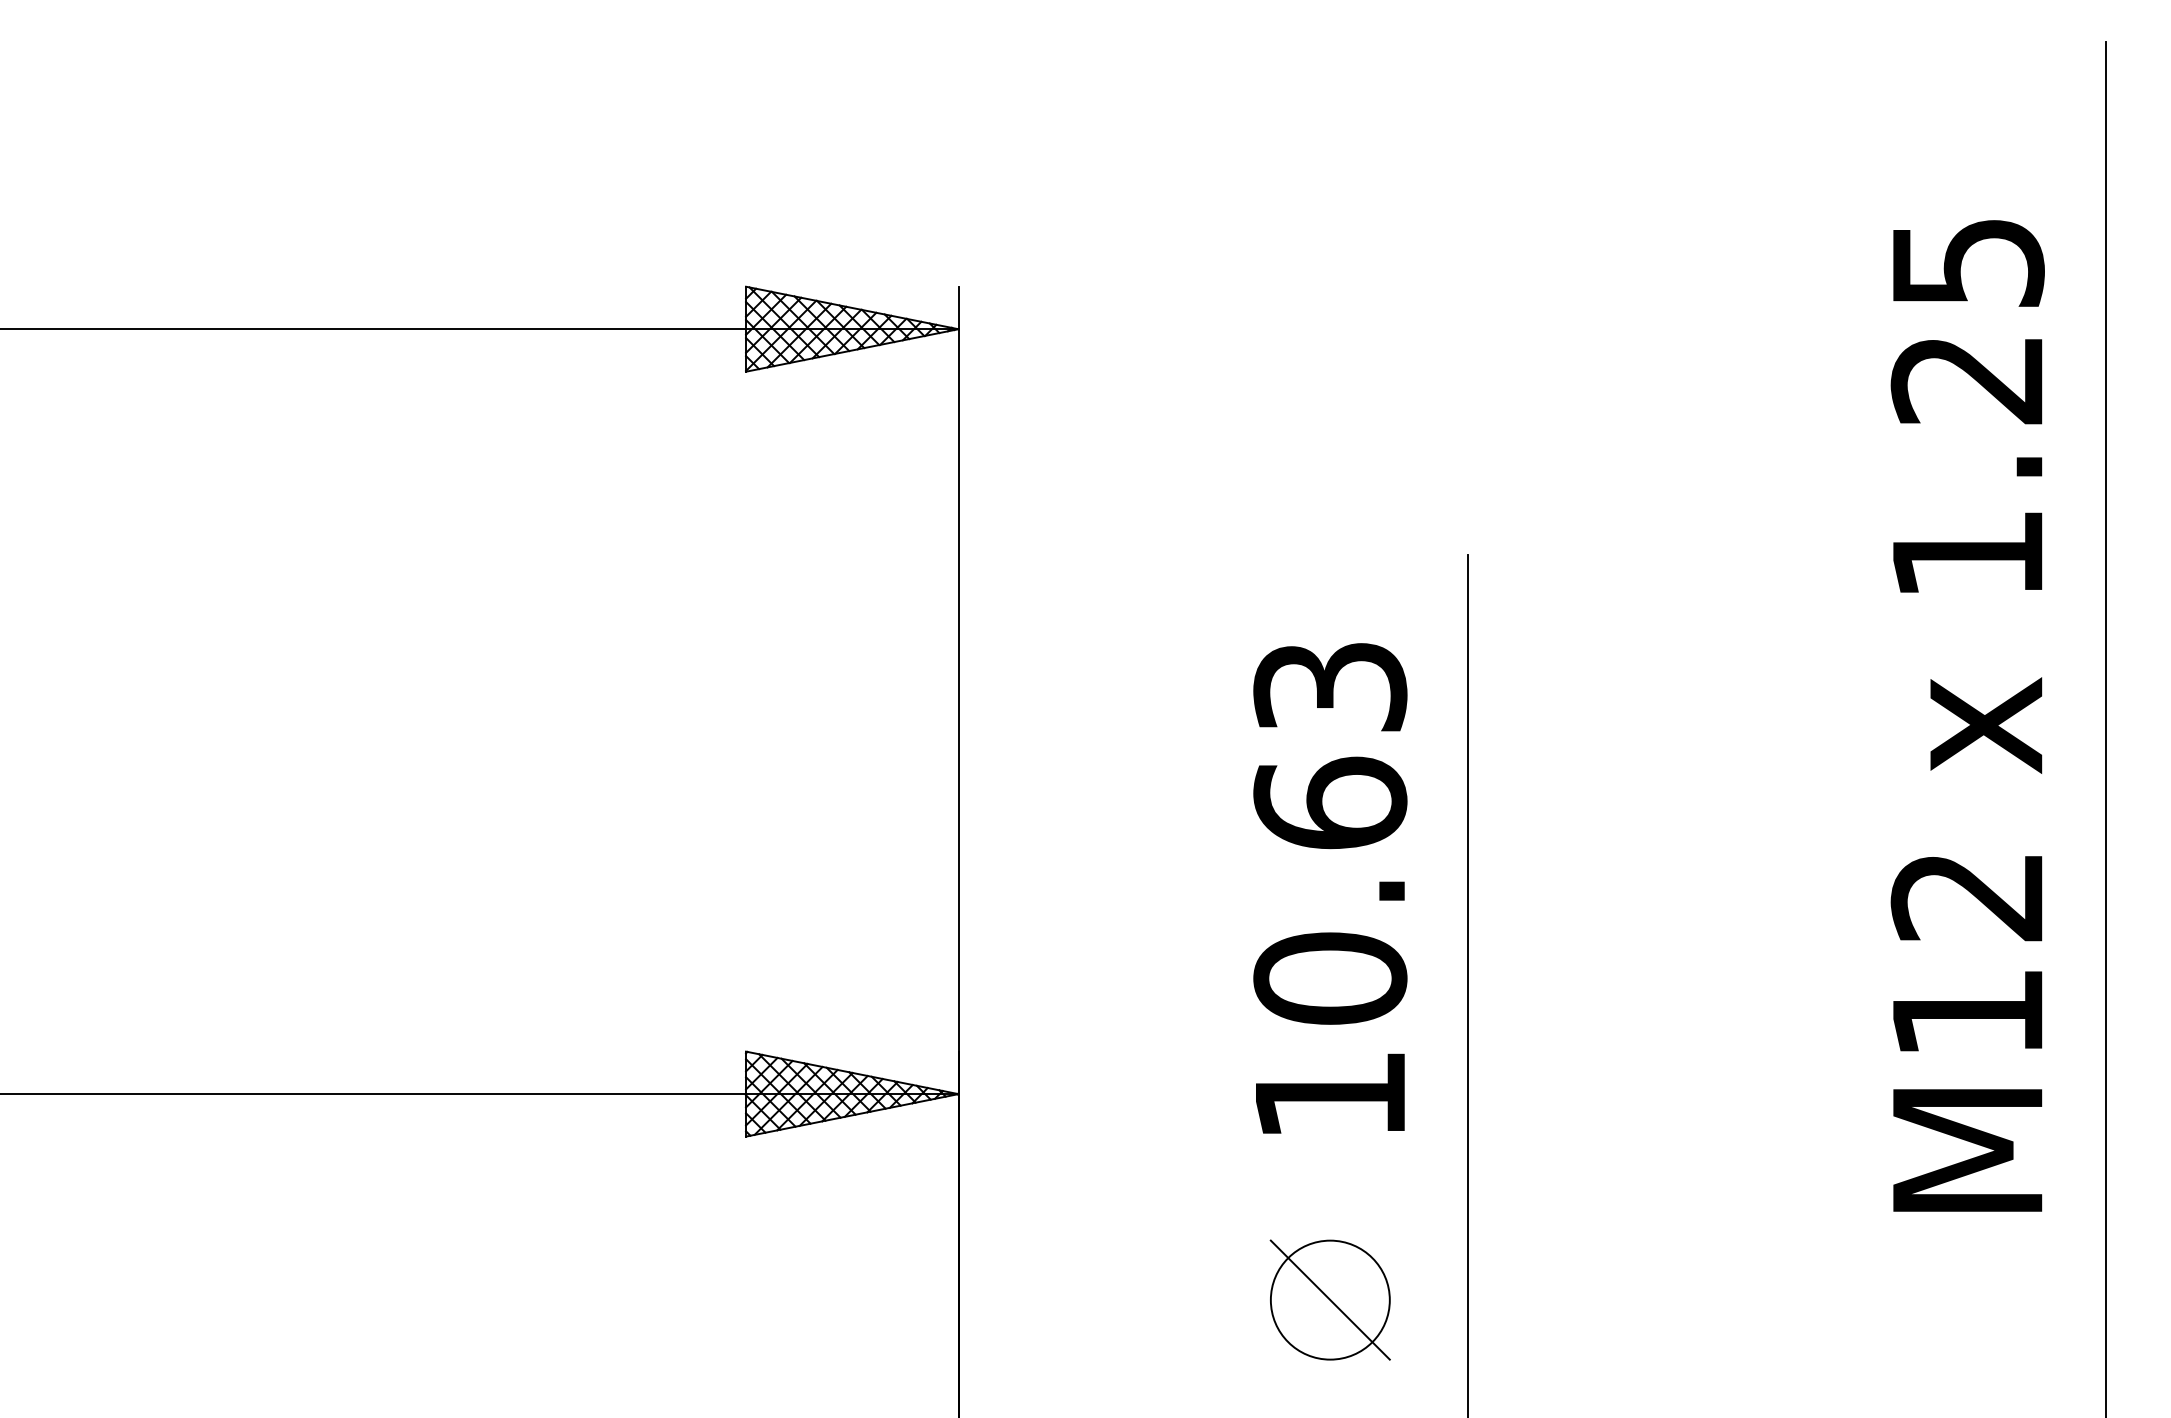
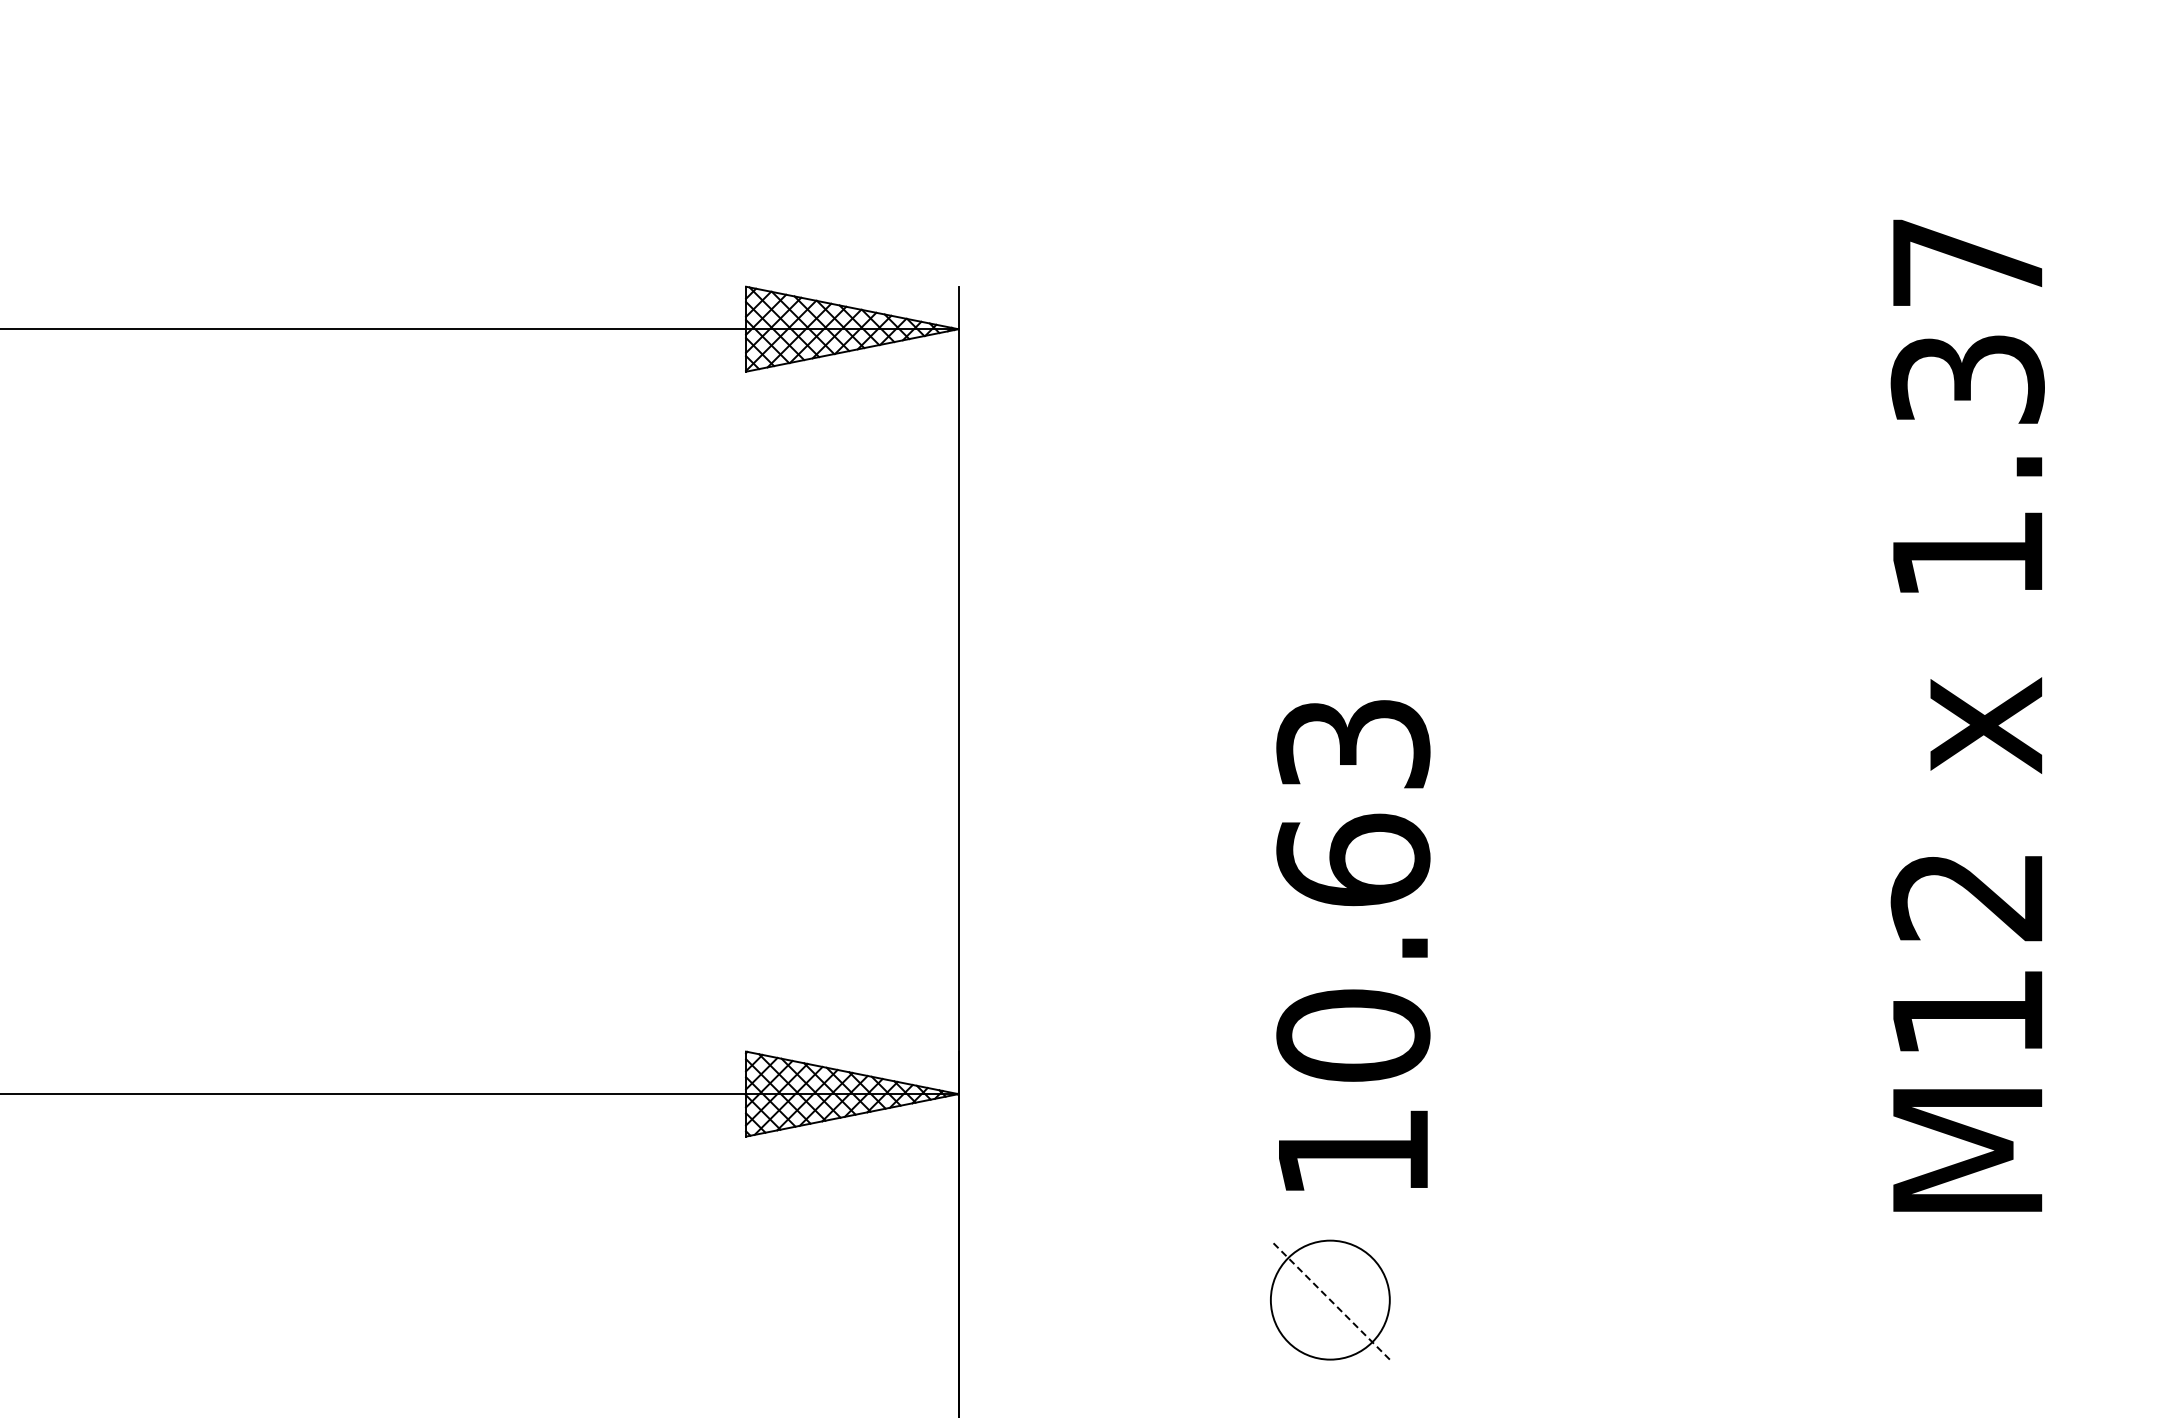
text at (1967, 321): 1.25 -> 1.37
line at (2105, 728): present -> none
text at (1330, 888) position: (1330, 888) -> (1353, 945)
line at (1468, 984): present -> none
line at (1329, 1299): solid -> dashed
